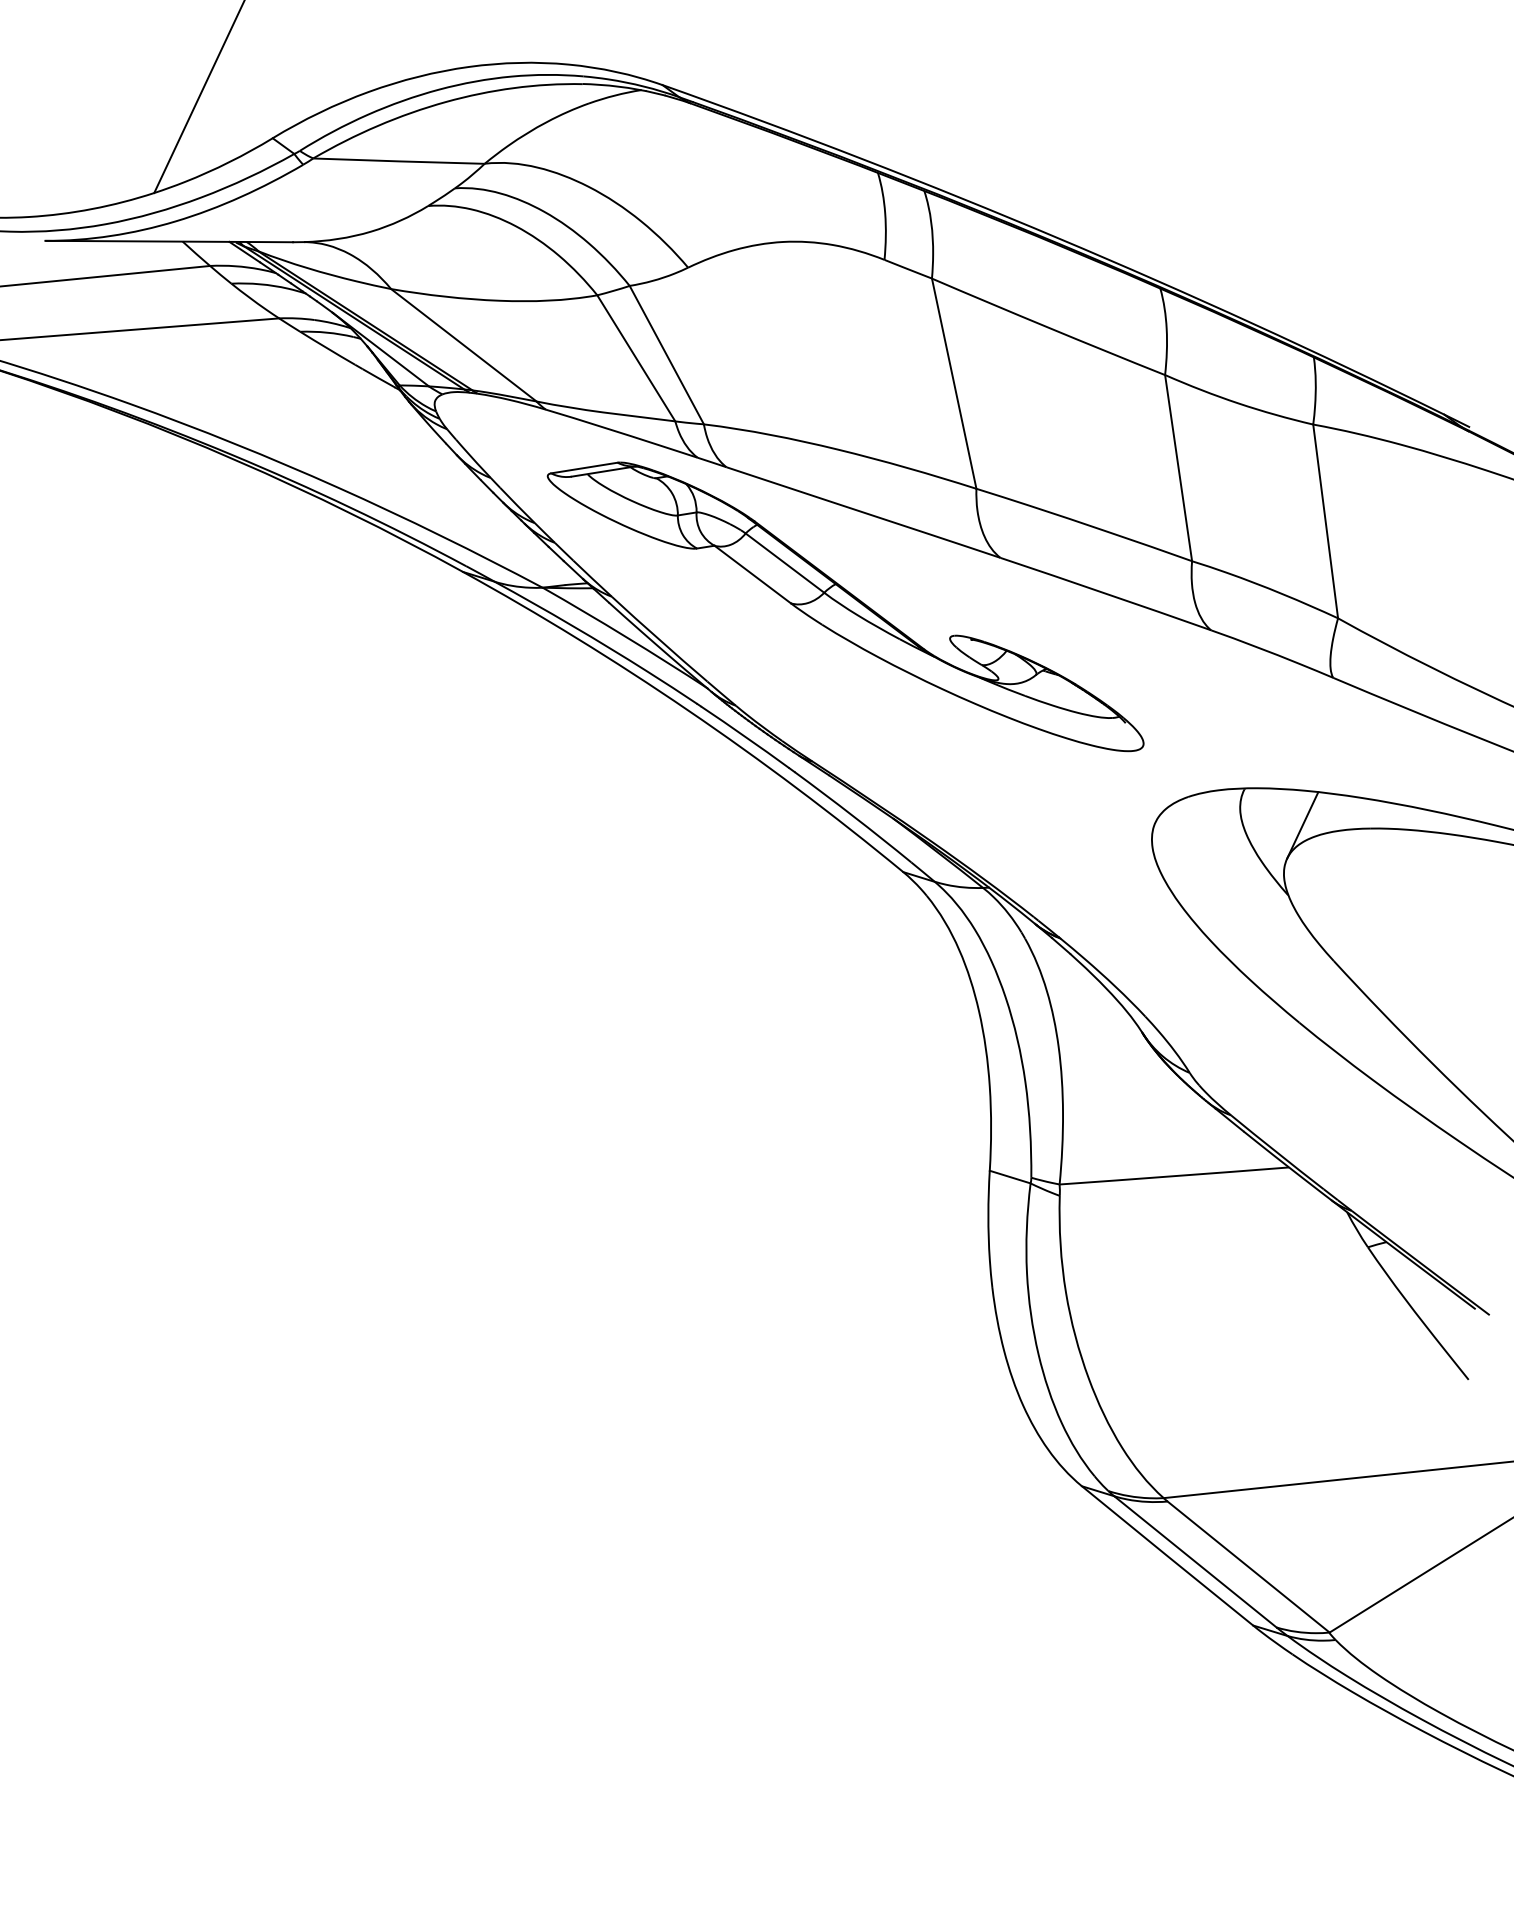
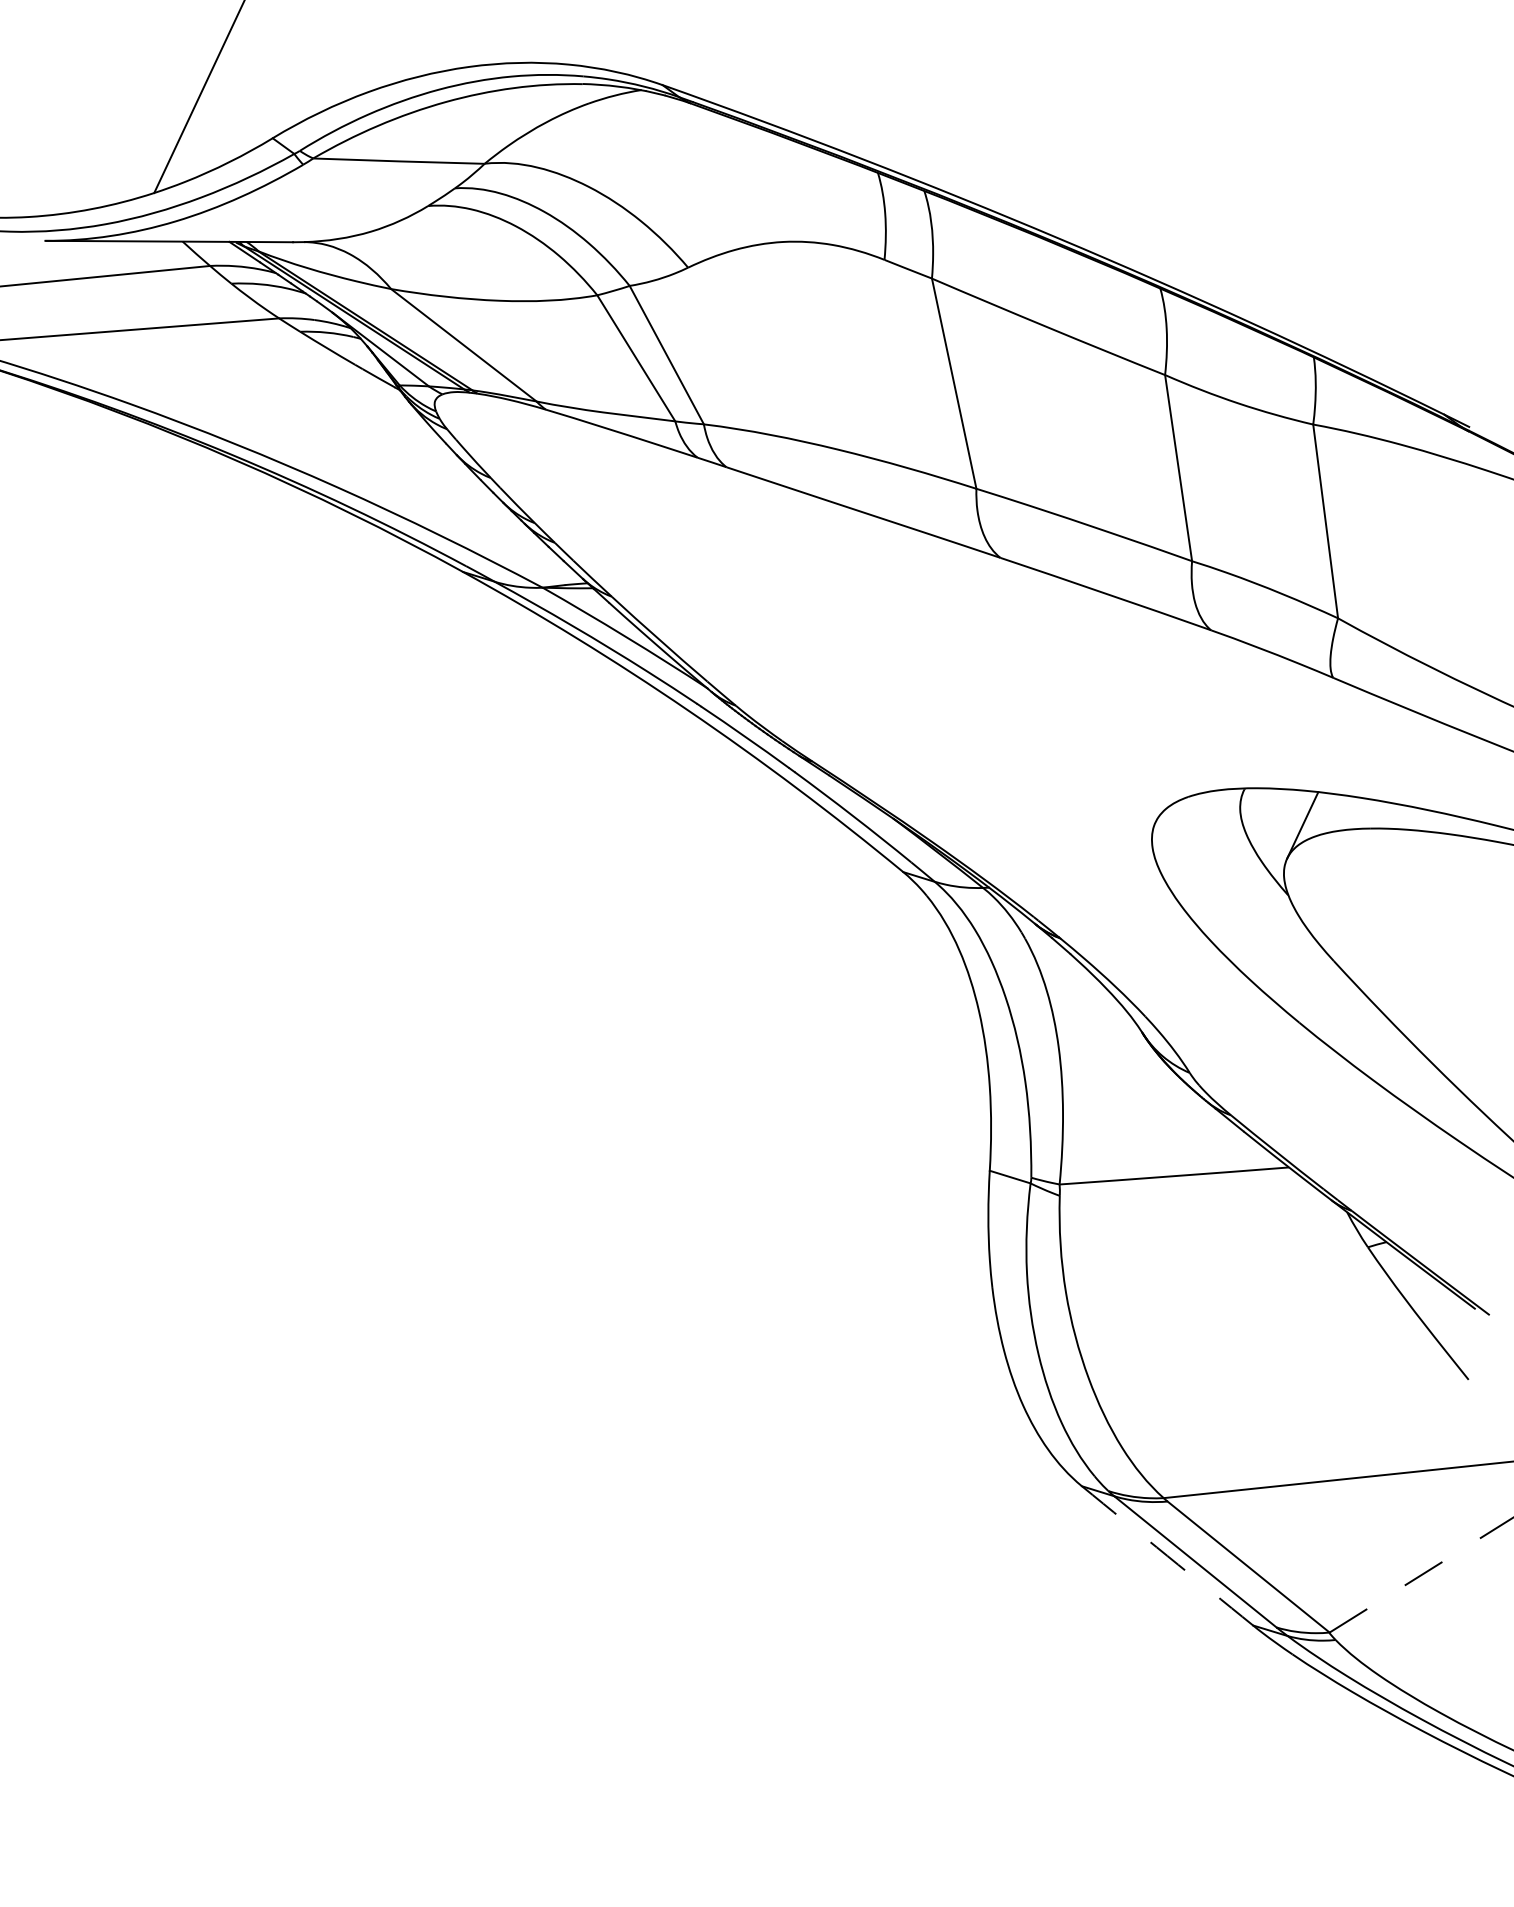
part at (845, 606): present -> none
arc at (1167, 1555): solid -> dashed
line at (1421, 1574): solid -> dashed
